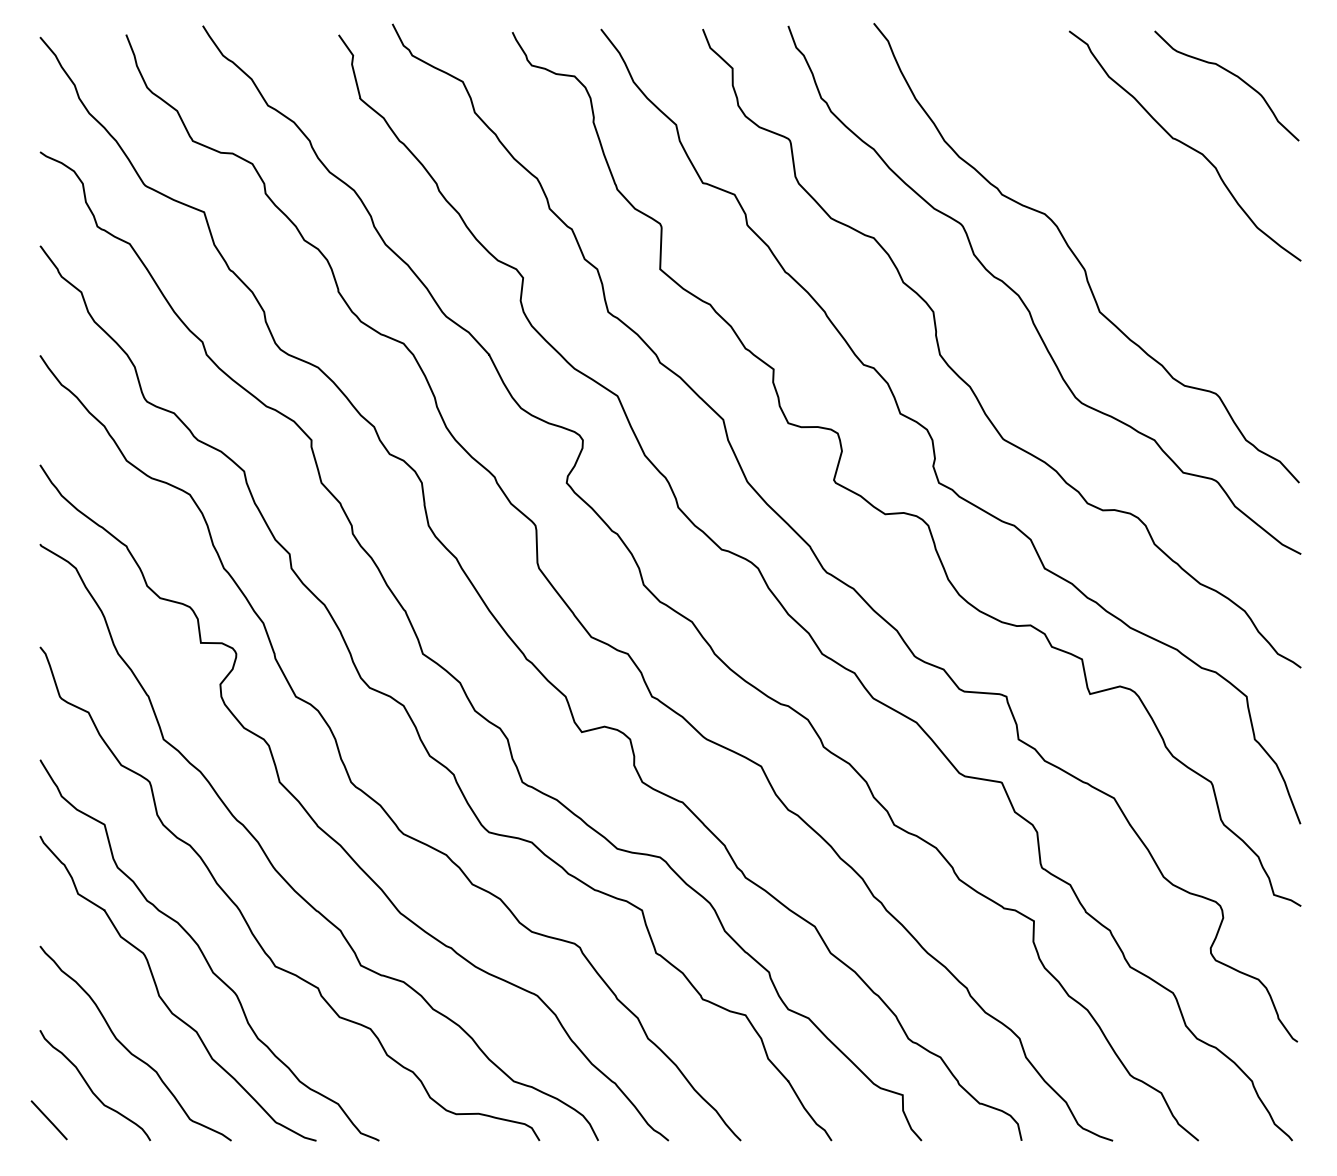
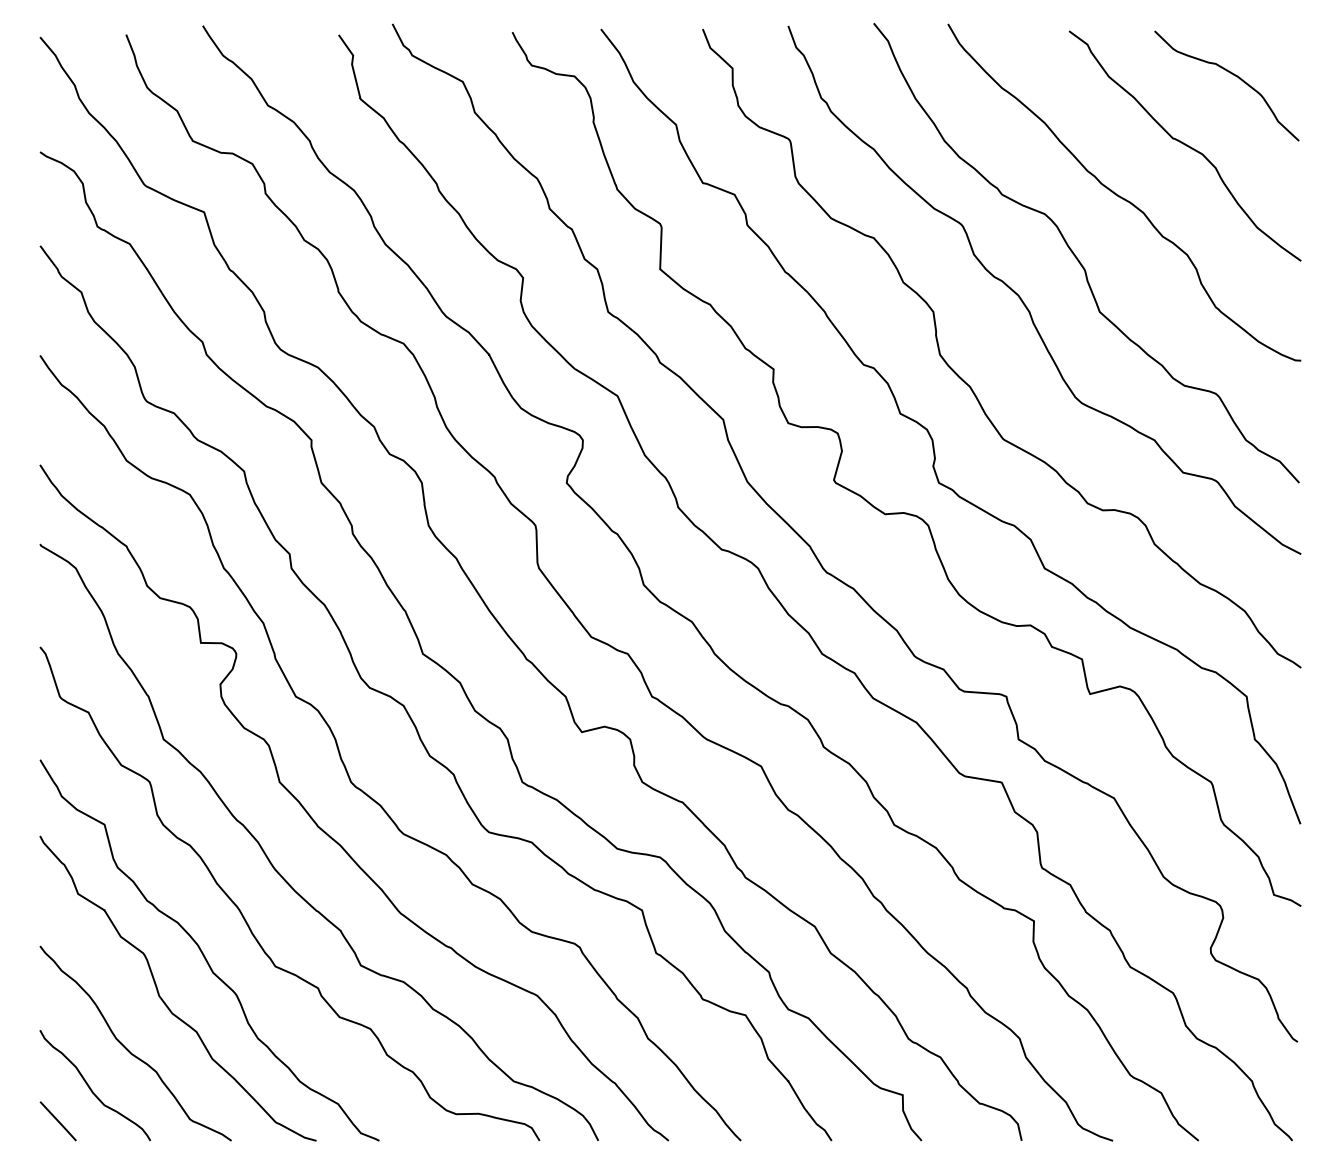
curve at (1121, 196): none -> present
line at (48, 1120) position: (48, 1120) -> (57, 1121)
